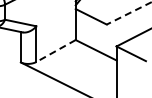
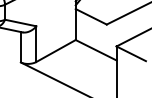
line at (129, 13): dashed -> solid
line at (56, 51): dashed -> solid
